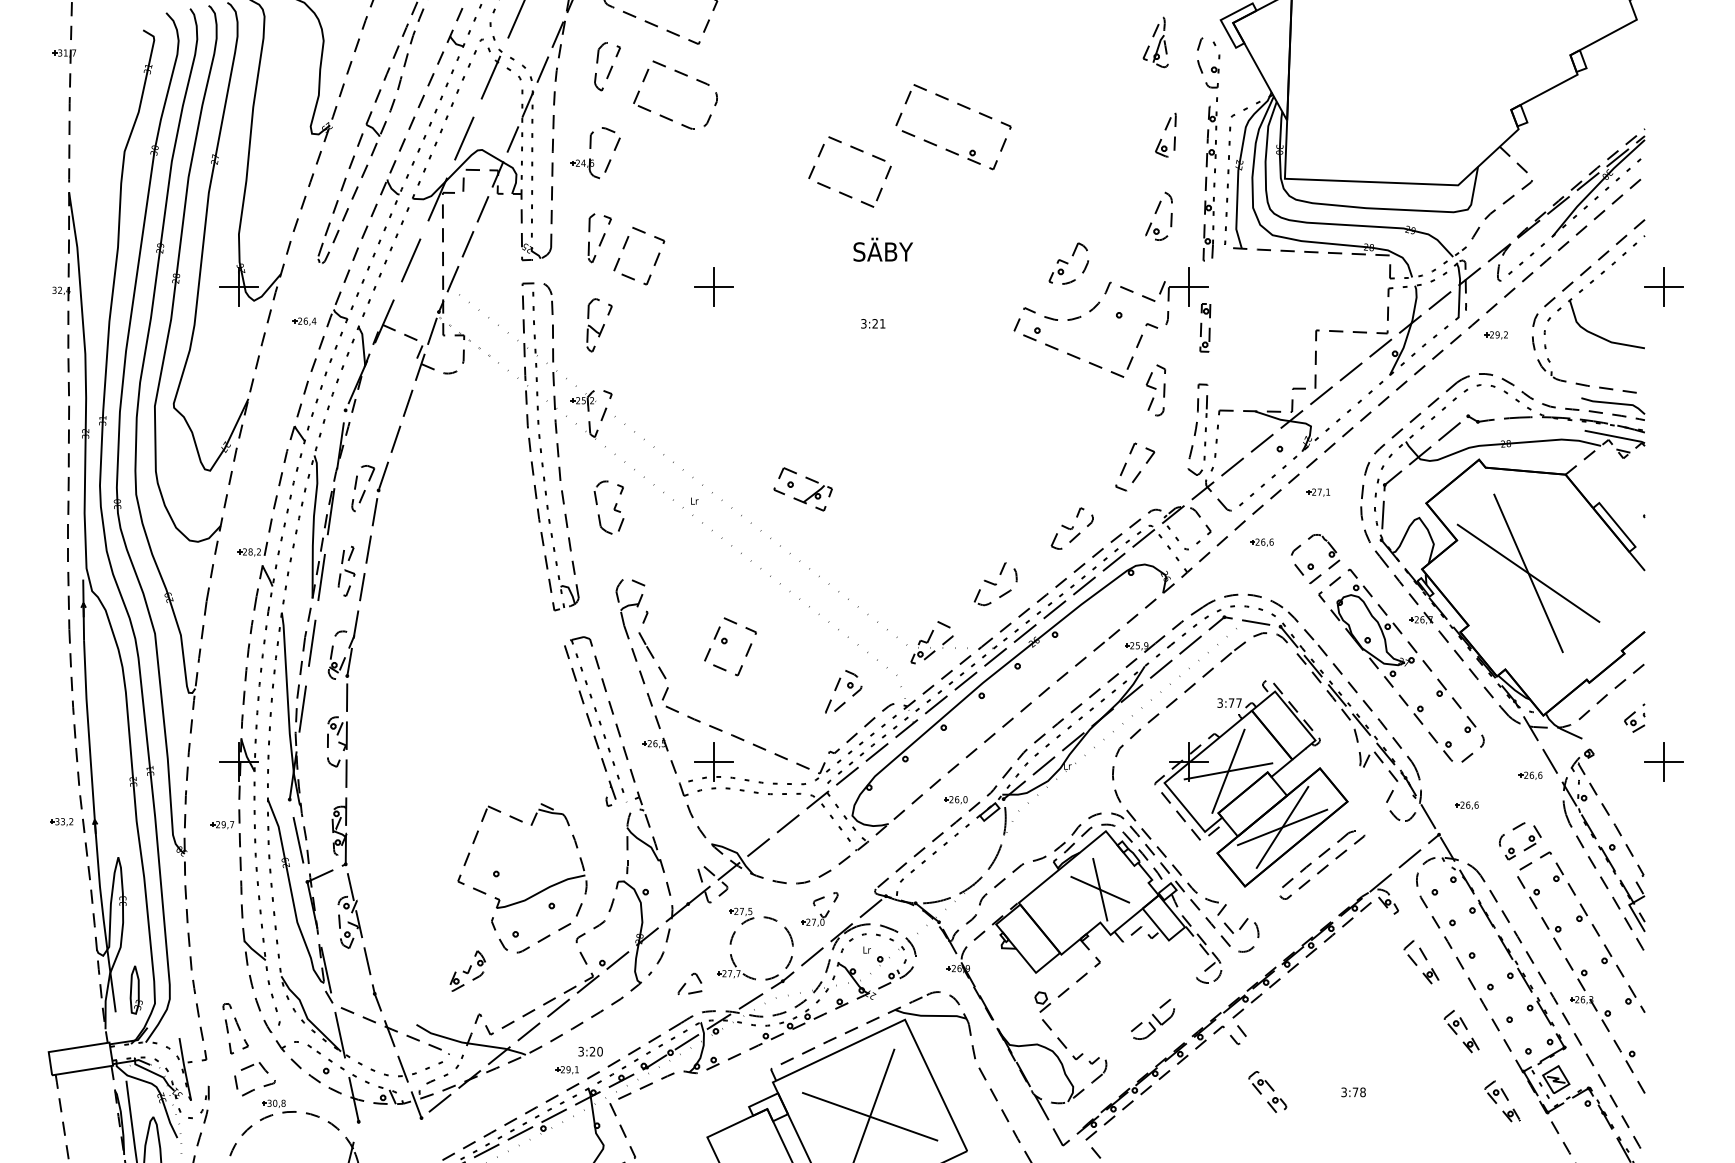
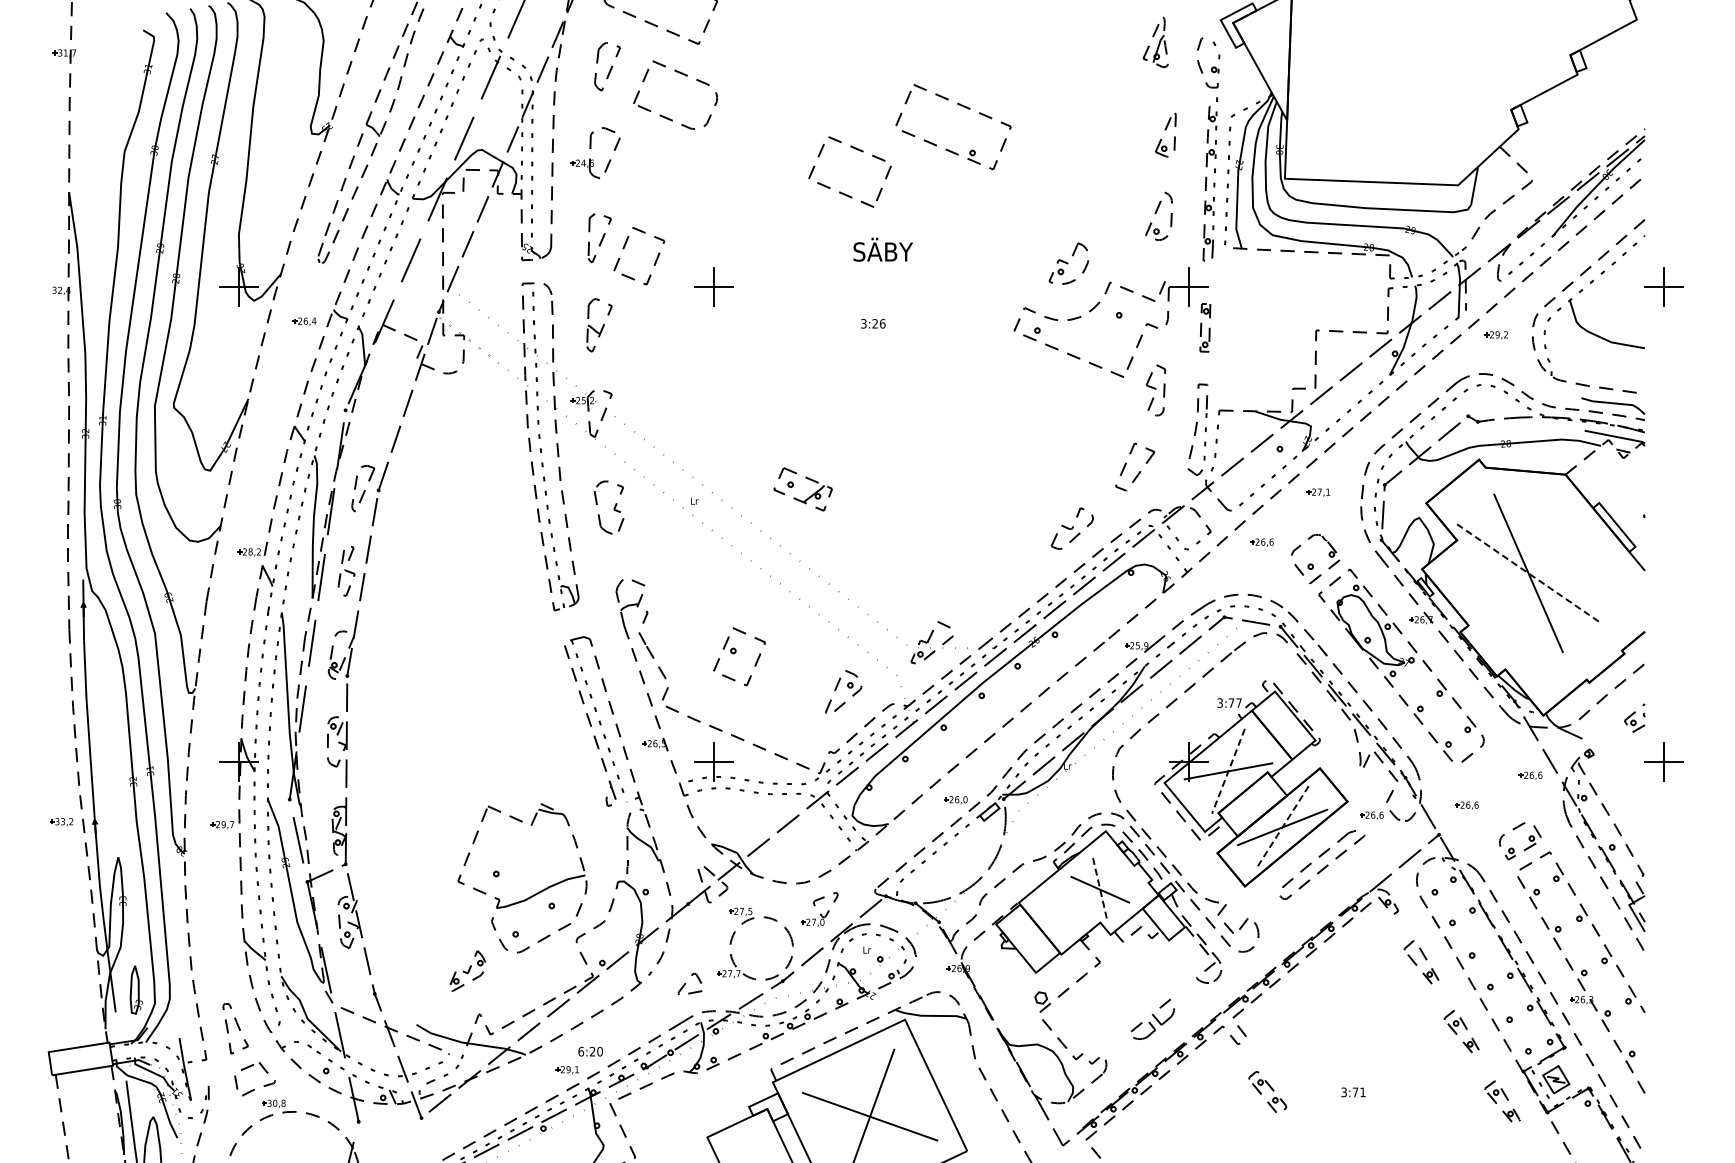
text at (882, 323): 3:21 -> 3:26
line at (1528, 573): solid -> dashed
part at (995, 584): present -> none
part at (730, 646) position: (730, 646) -> (739, 656)
line at (1228, 771): solid -> dashed
part at (1371, 815): none -> present
line at (1282, 827): solid -> dashed
line at (1100, 890): solid -> dashed
text at (581, 1051): 3:20 -> 6:20
text at (1362, 1092): 3:78 -> 3:71
